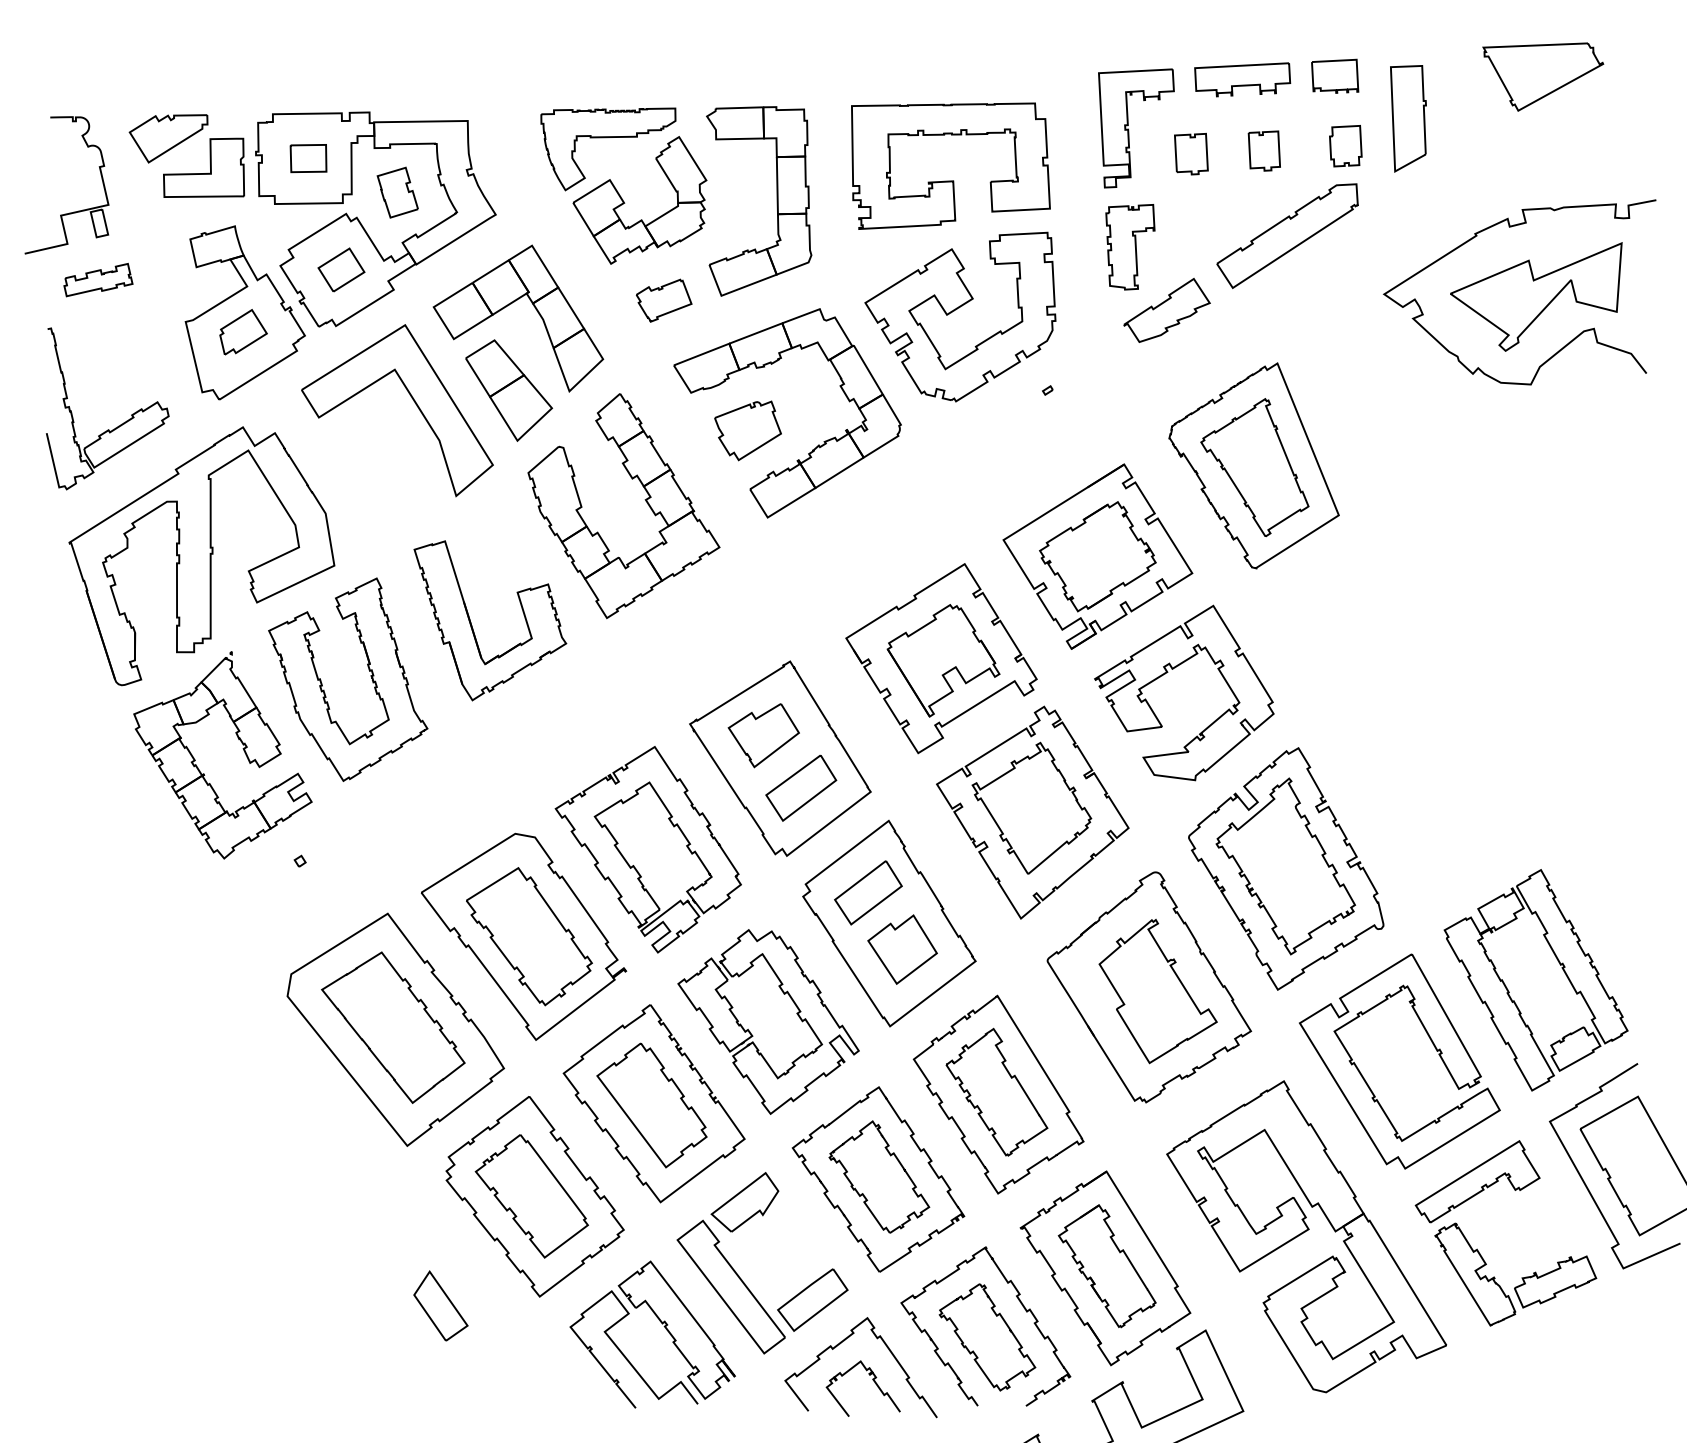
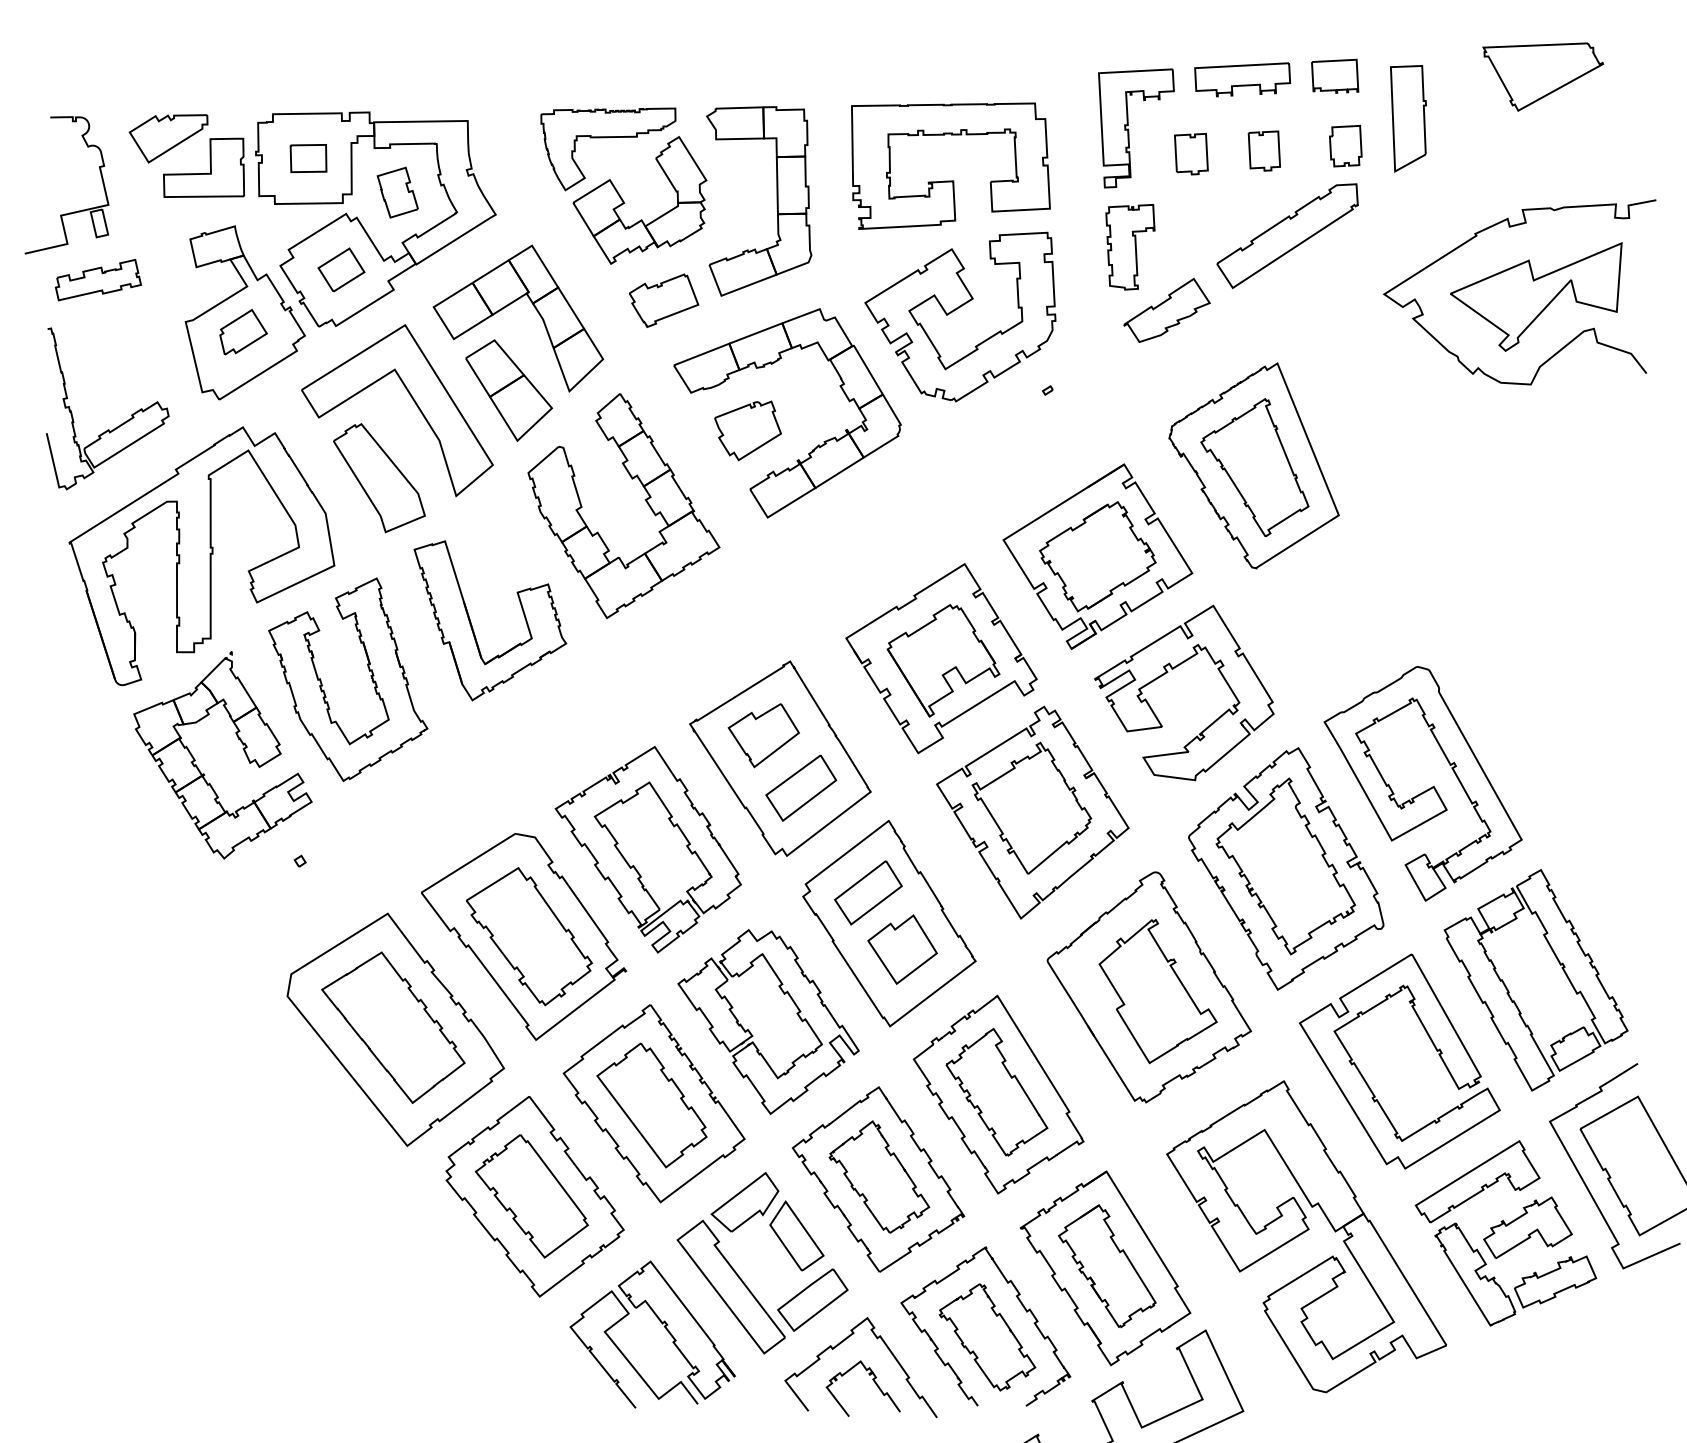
part at (98, 279) size: 71x36 px -> 87x44 px
part at (664, 300) size: 57x45 px -> 71x55 px
part at (379, 478): none -> present
part at (1426, 789): none -> present
part at (1527, 1227): none -> present
part at (440, 1305) position: (440, 1305) -> (796, 1235)
